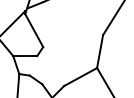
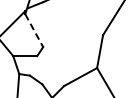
line at (34, 30): solid -> dashed
